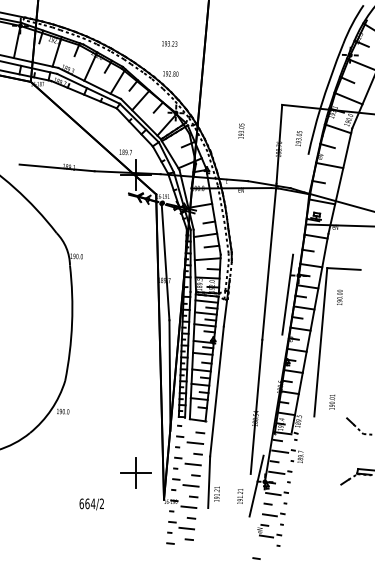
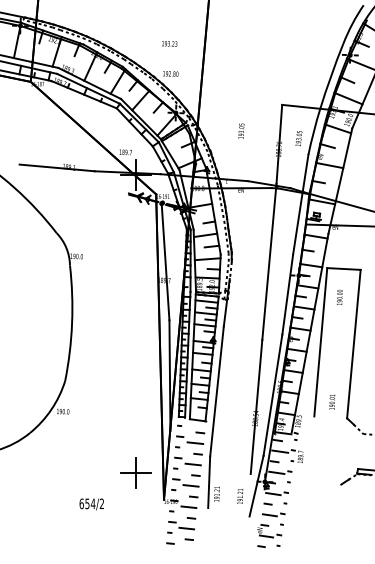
line at (300, 204): none -> present
line at (353, 343): none -> present
line at (272, 394): none -> present
text at (87, 503): 664/2 -> 654/2
line at (256, 558) position: (256, 558) -> (261, 546)
